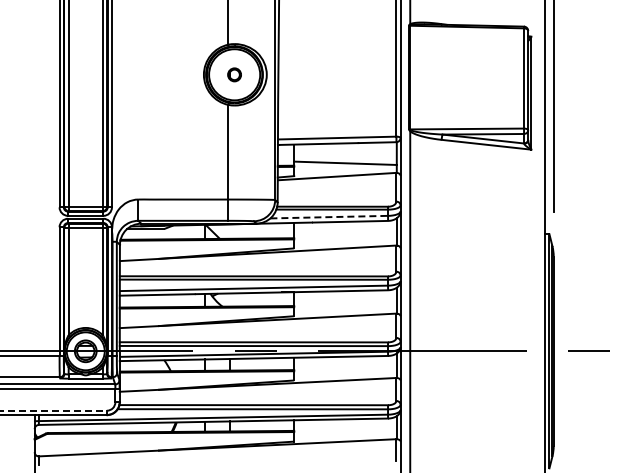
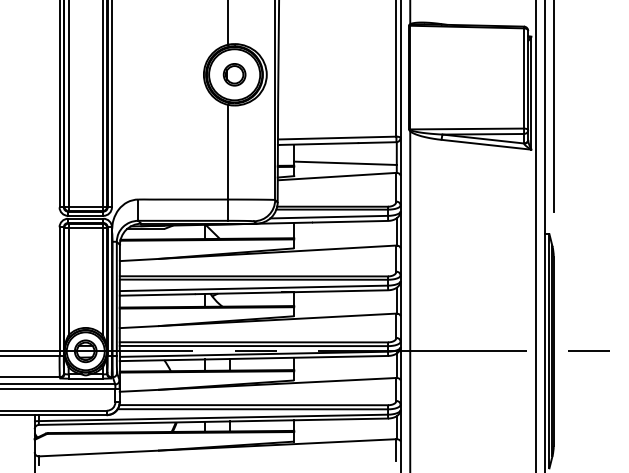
part at (234, 74) size: 15x16 px -> 25x24 px
line at (329, 217): dashed -> solid
line at (535, 235): none -> present
line at (53, 410): dashed -> solid
